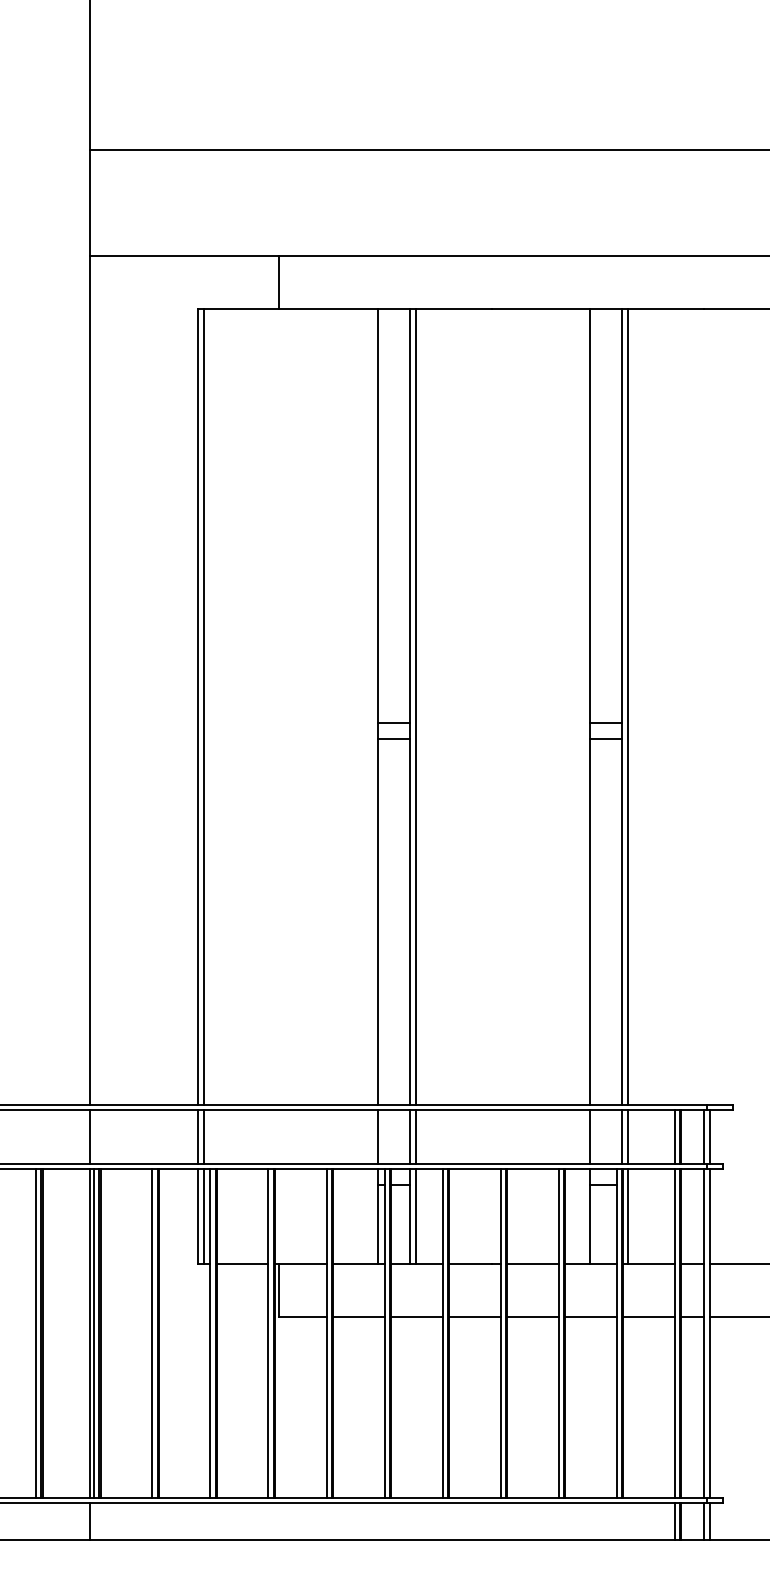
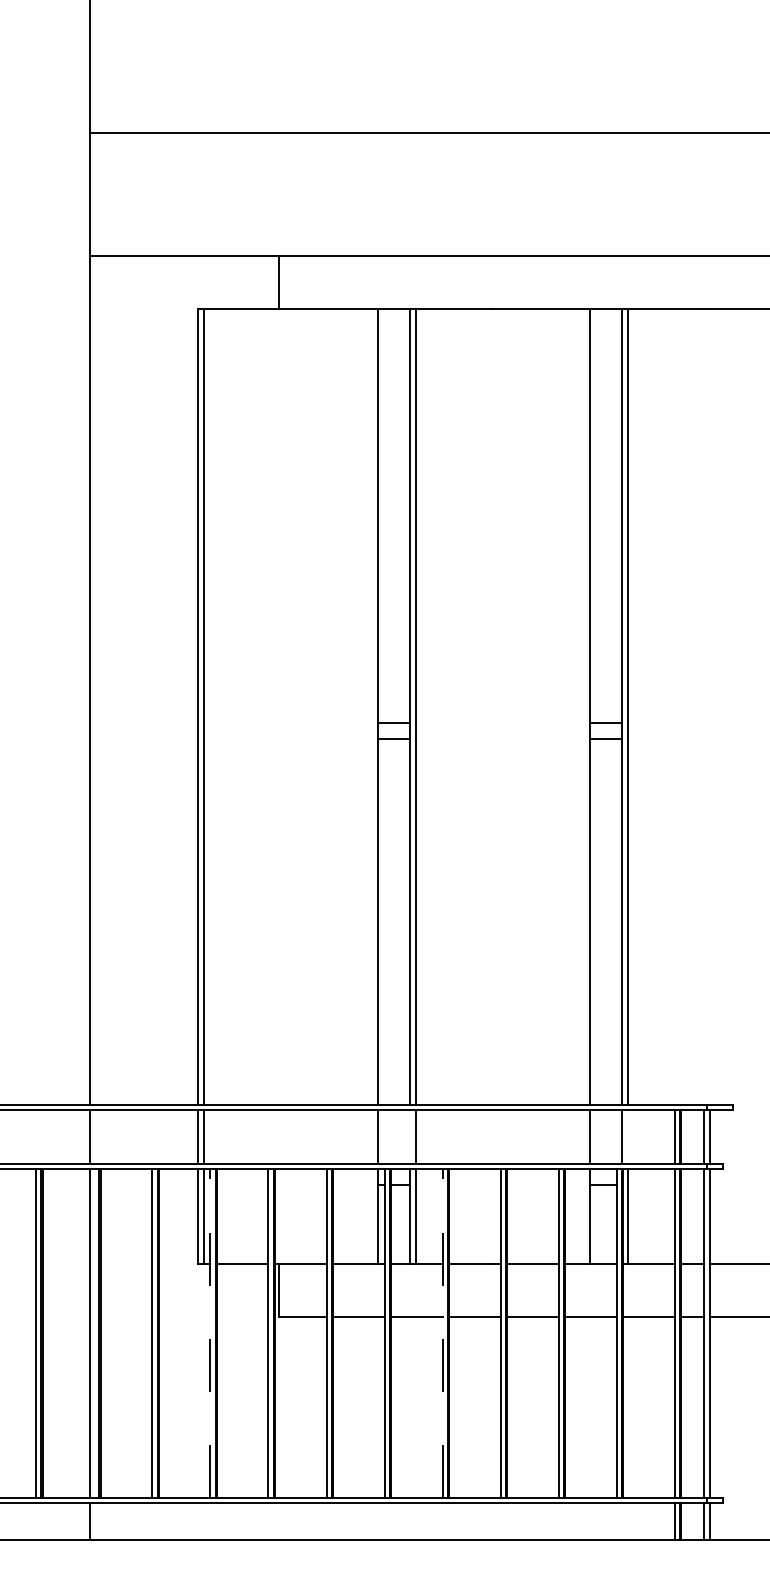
line at (427, 149) position: (427, 149) -> (427, 132)
line at (410, 1136): present -> none
line at (628, 1136): present -> none
line at (94, 1332): present -> none
line at (210, 1333): solid -> dashed
line at (442, 1333): solid -> dashed
